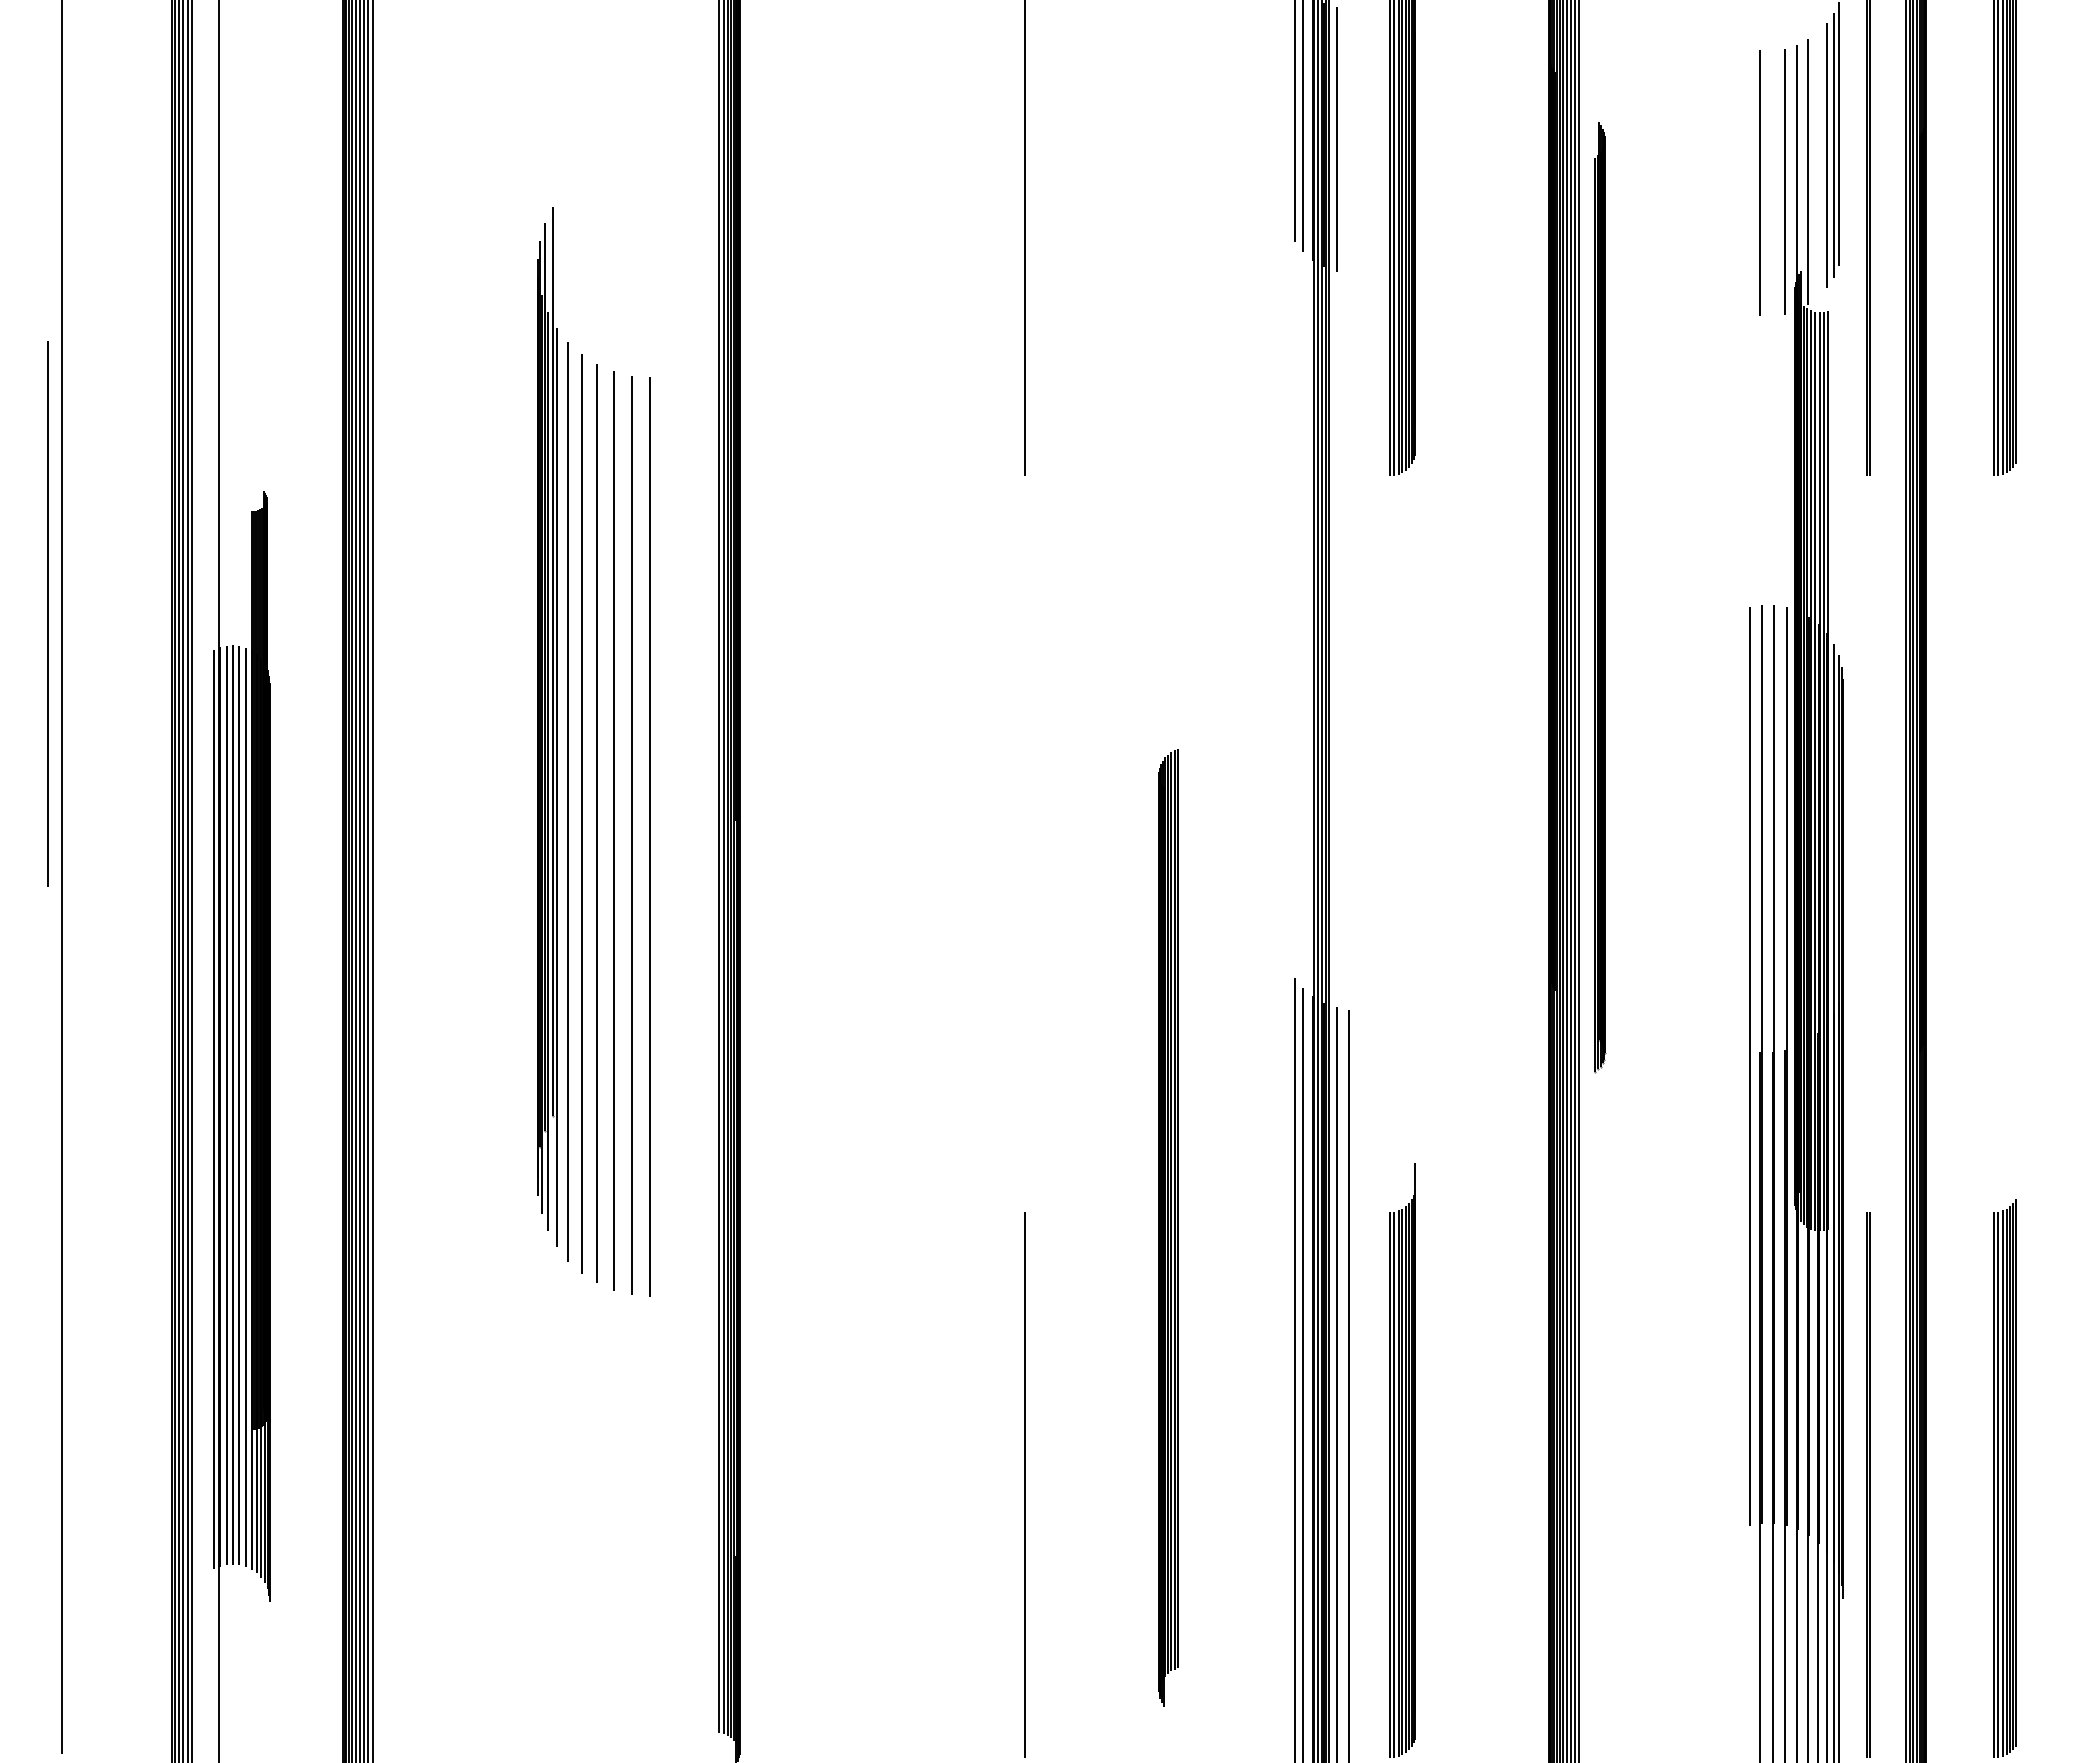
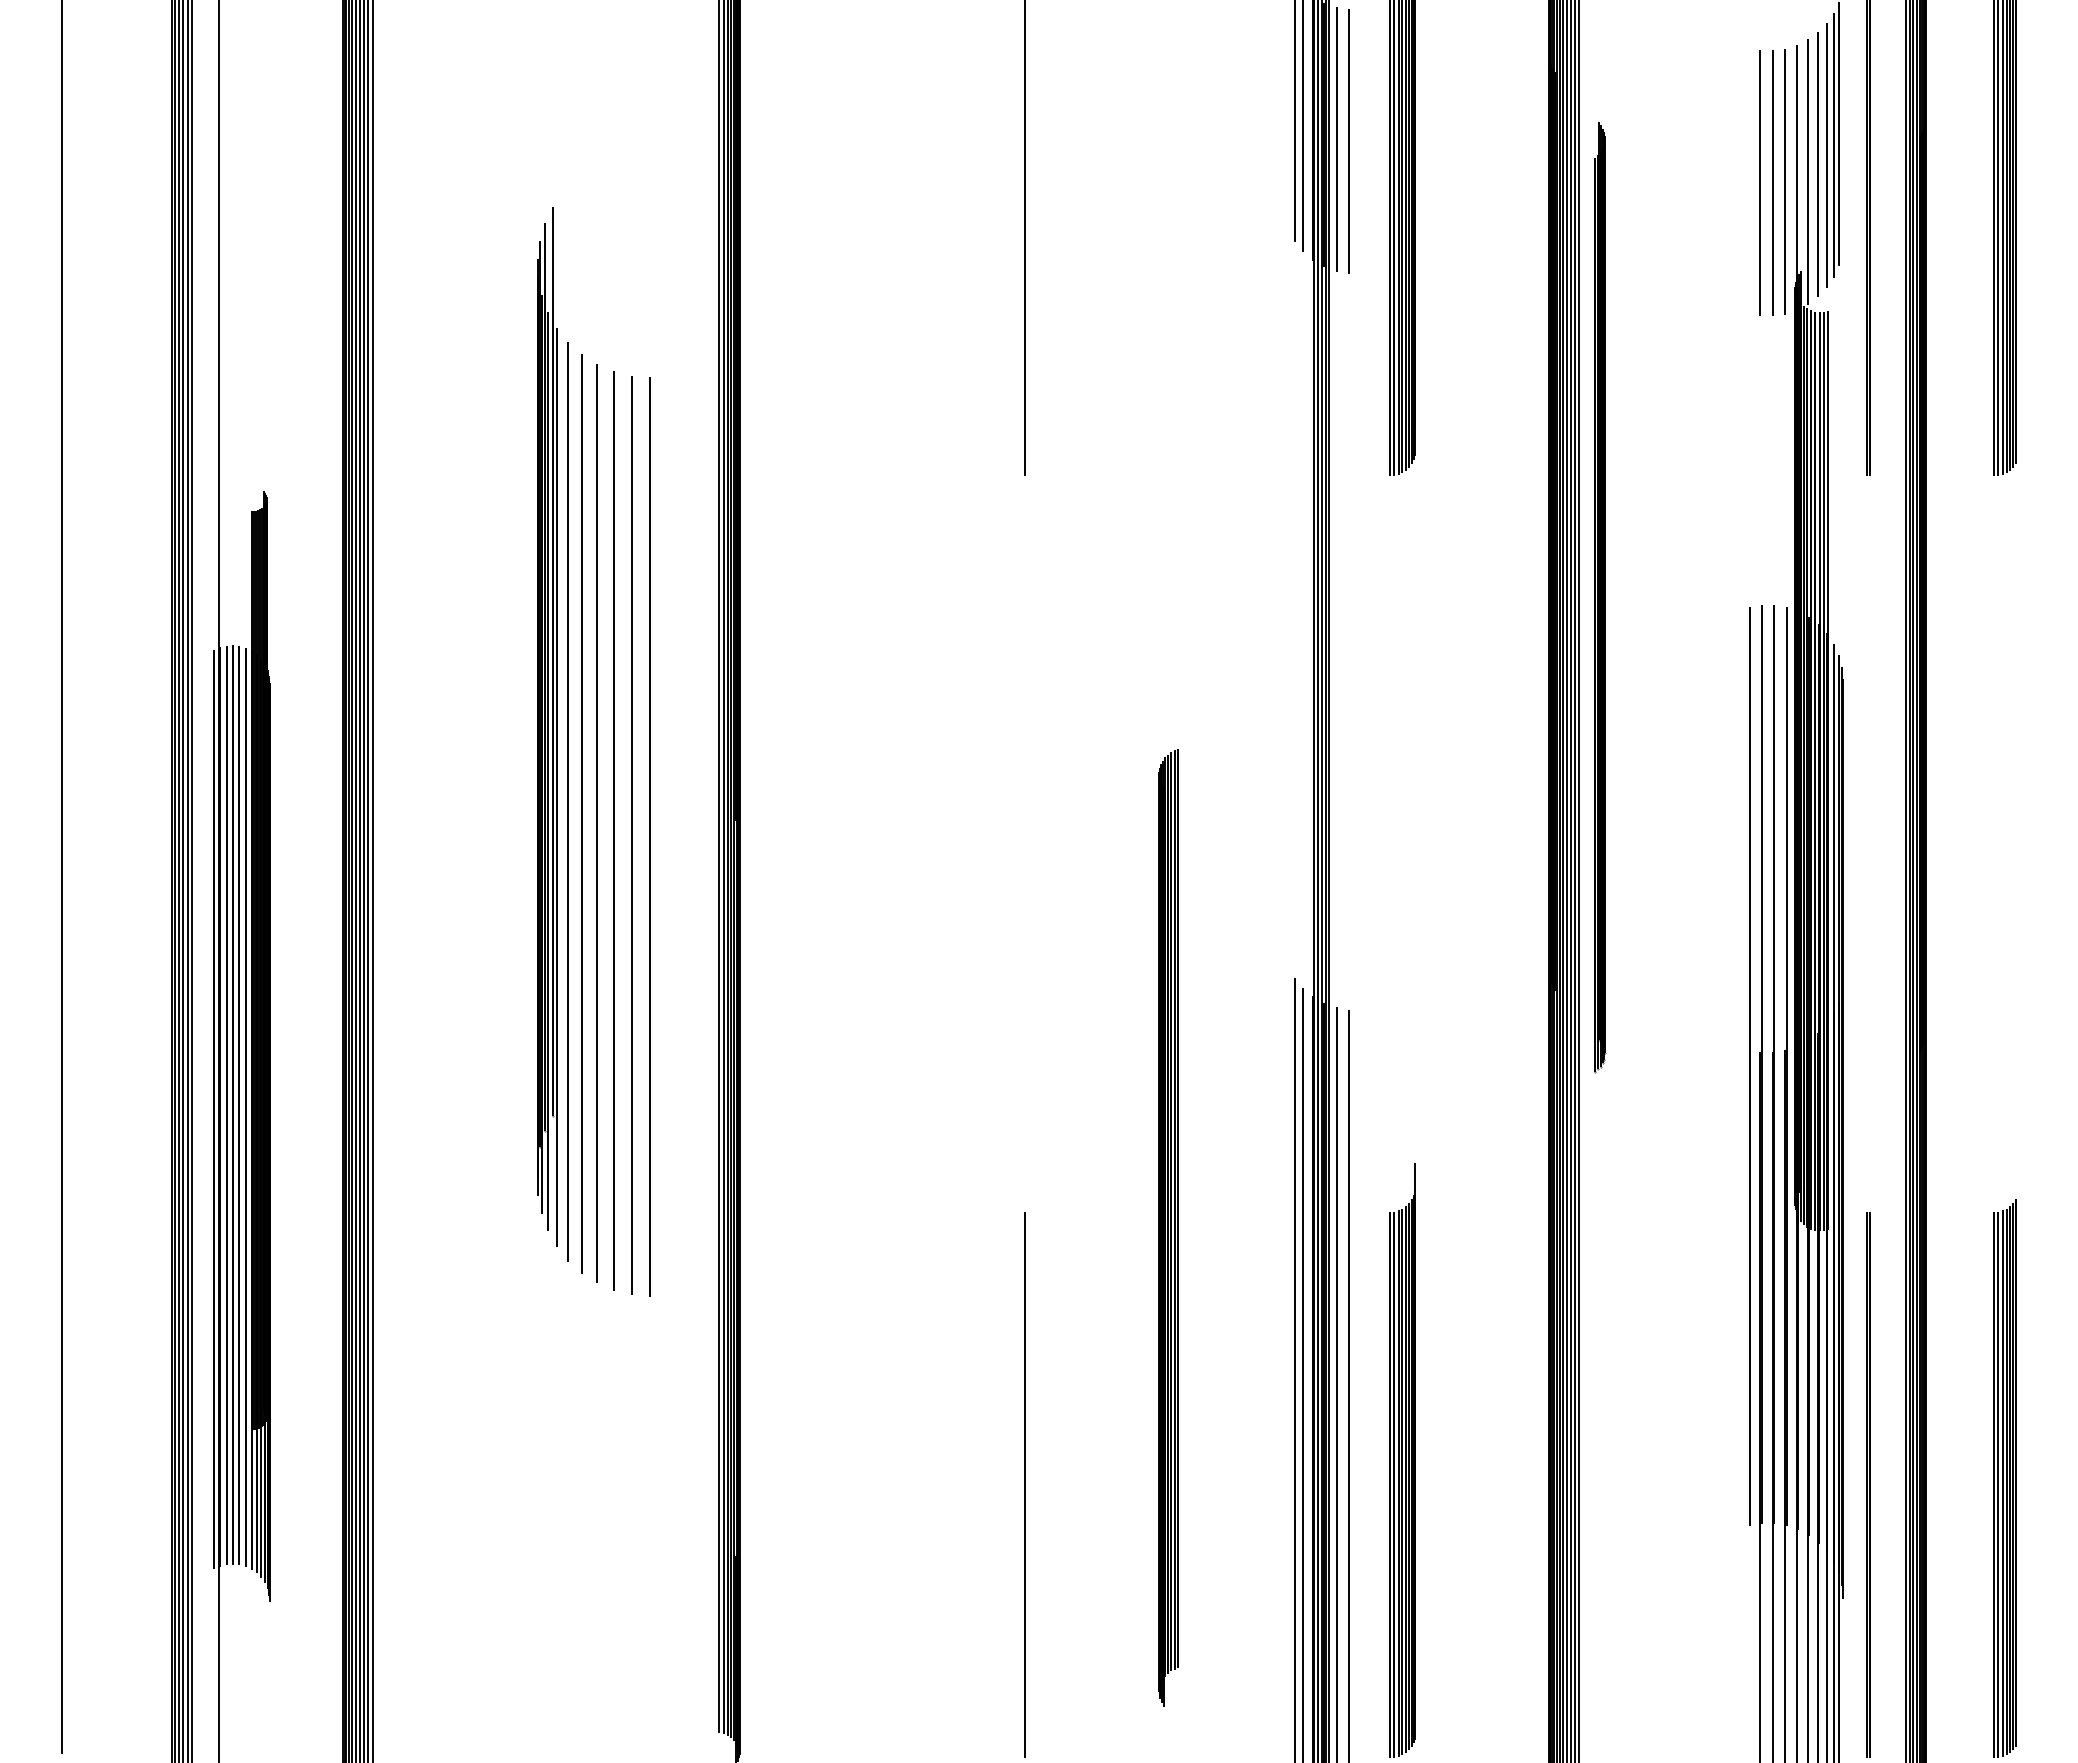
line at (1348, 141): none -> present
line at (1817, 164): none -> present
line at (1772, 182): none -> present
line at (47, 613): present -> none
